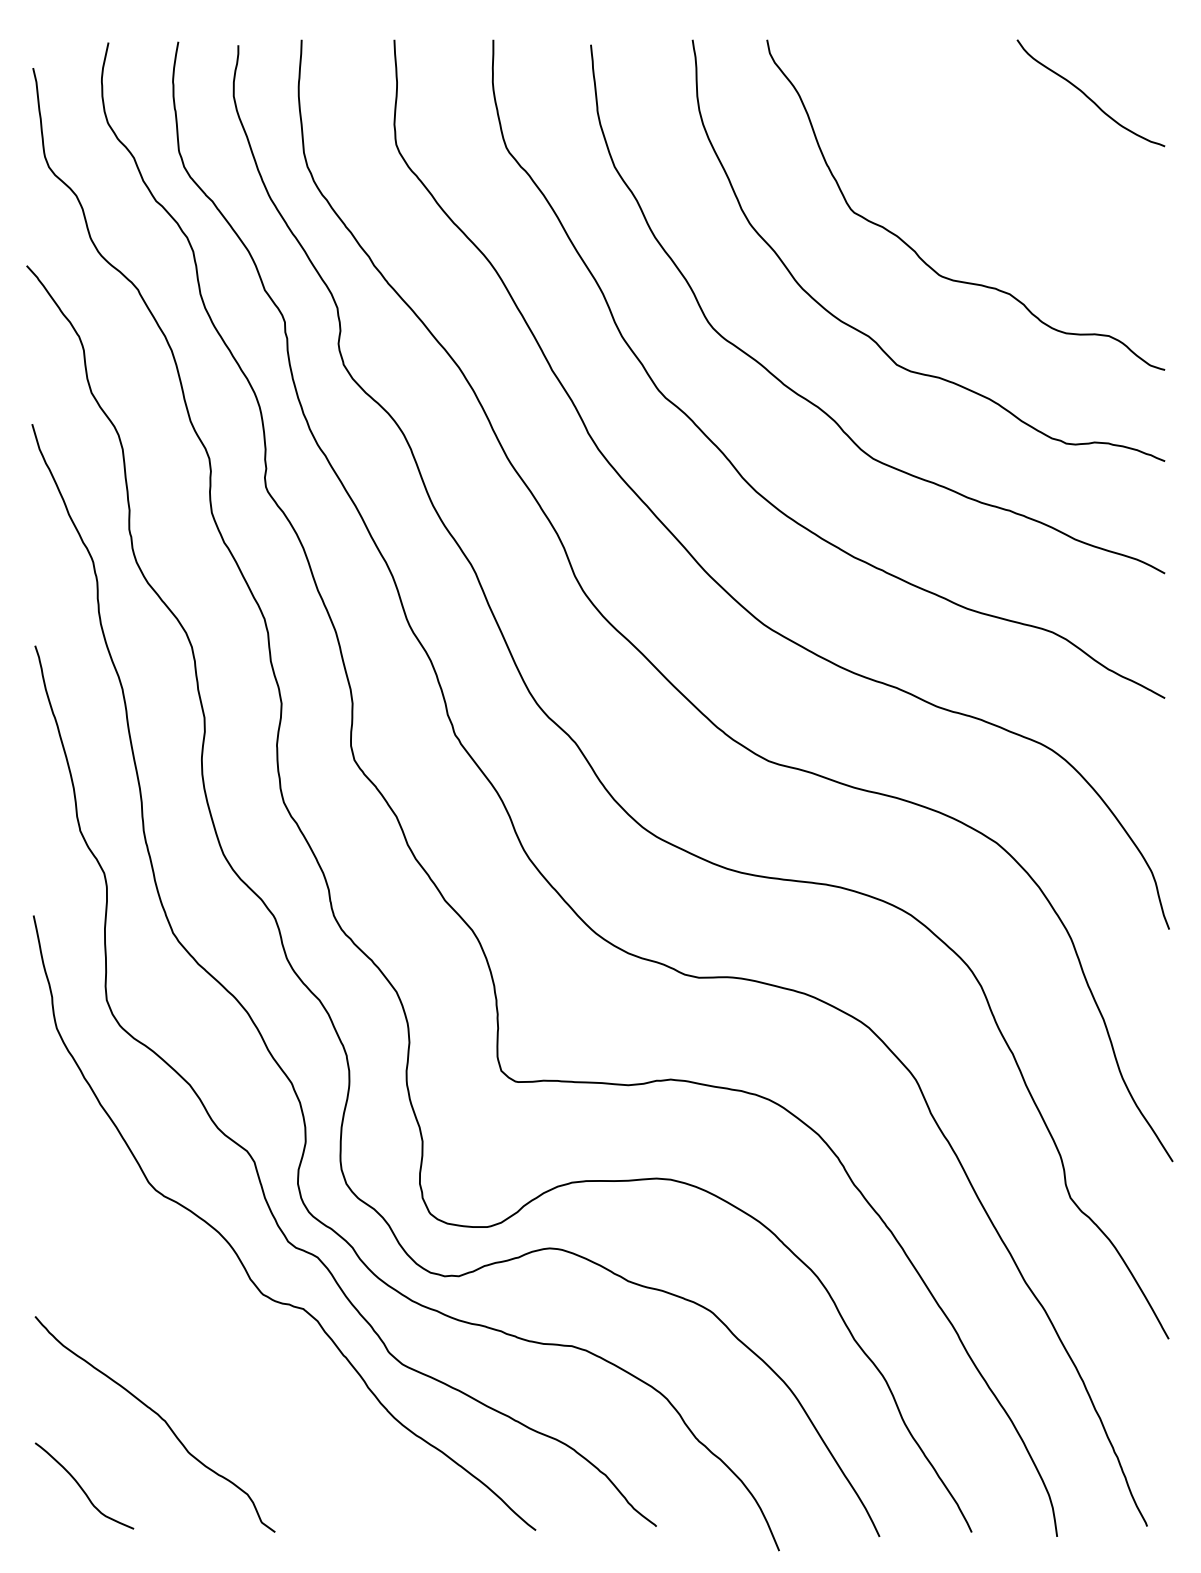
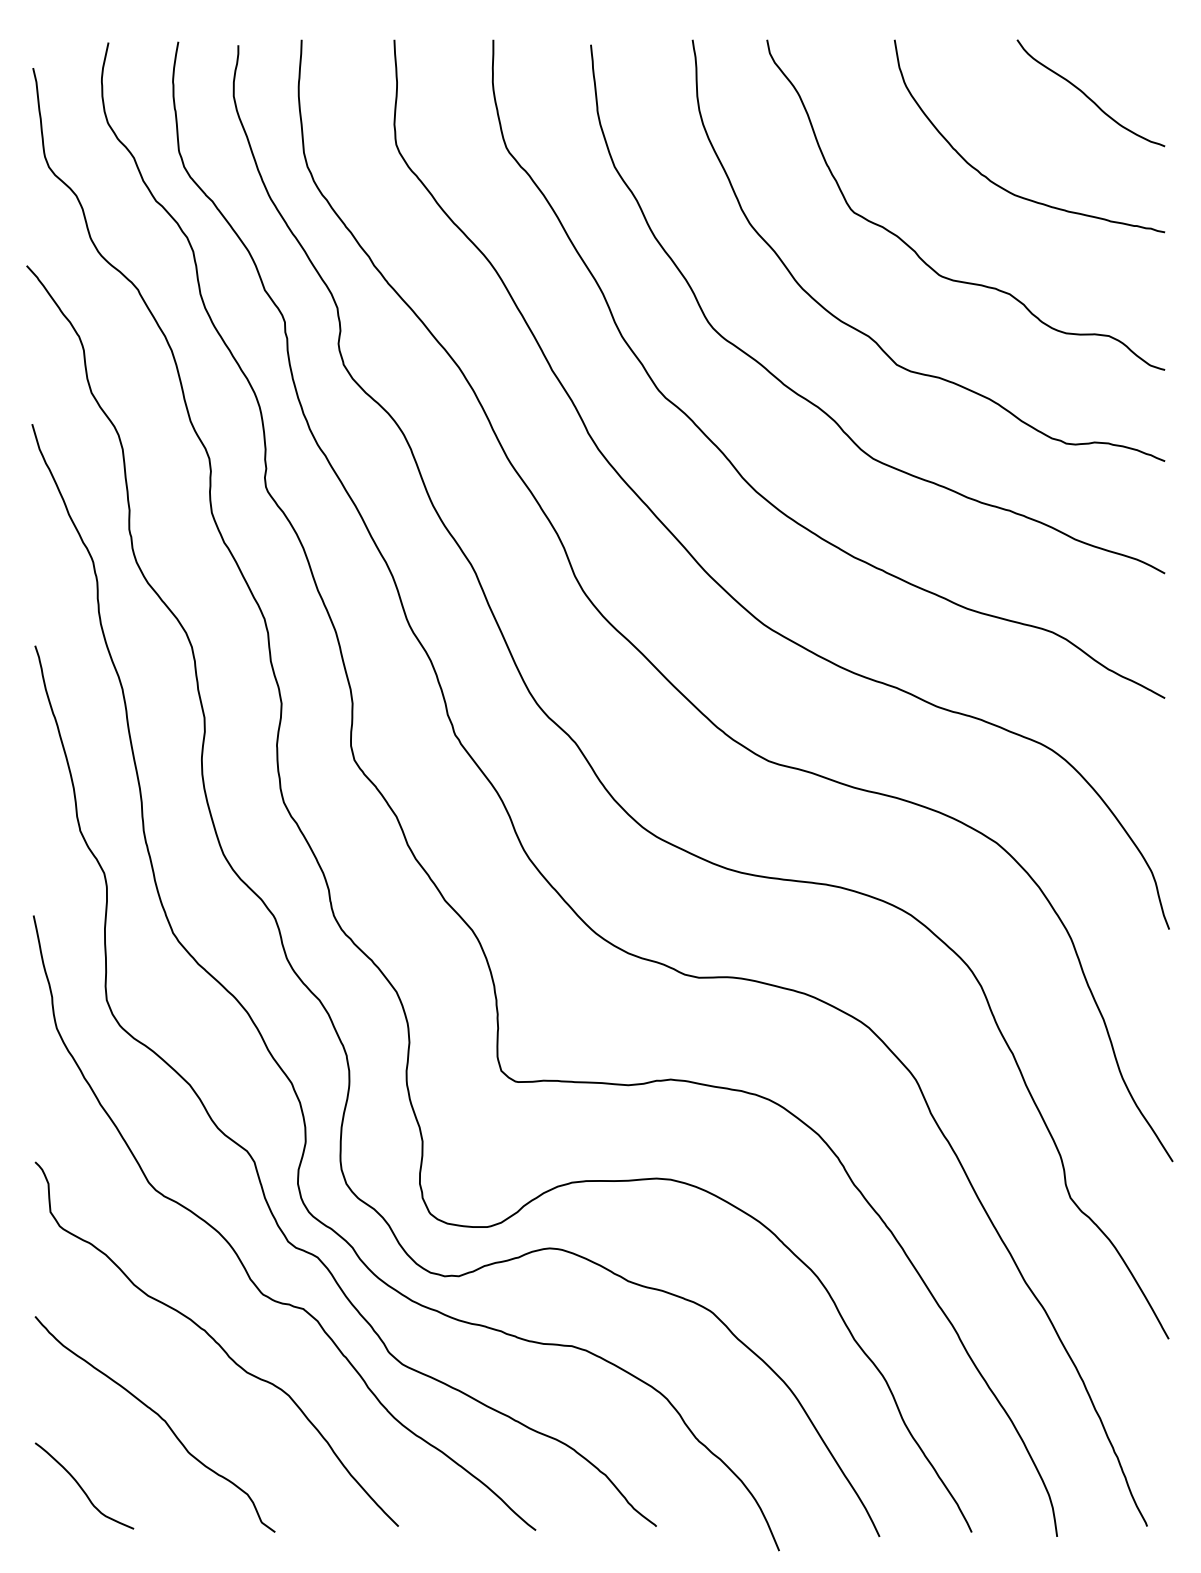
curve at (998, 184): none -> present
curve at (216, 1343): none -> present
